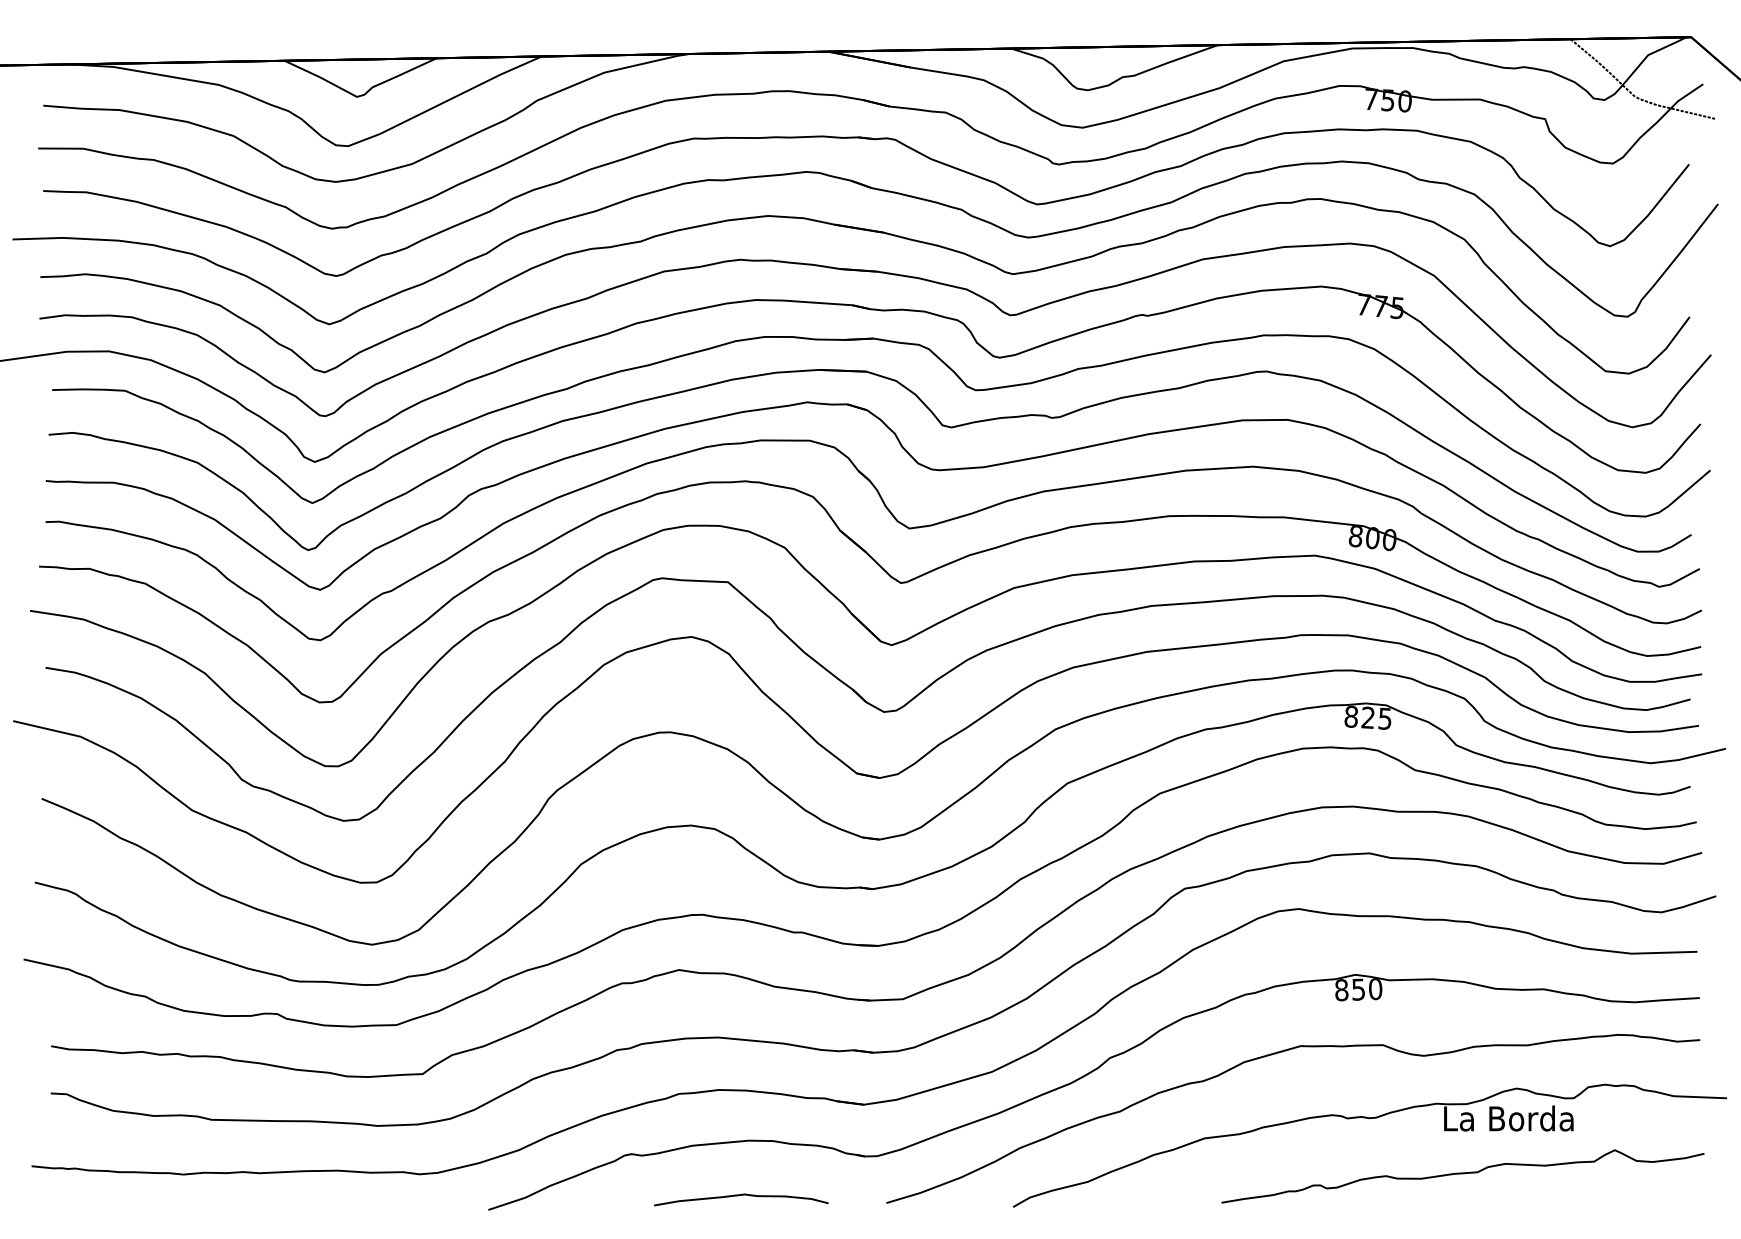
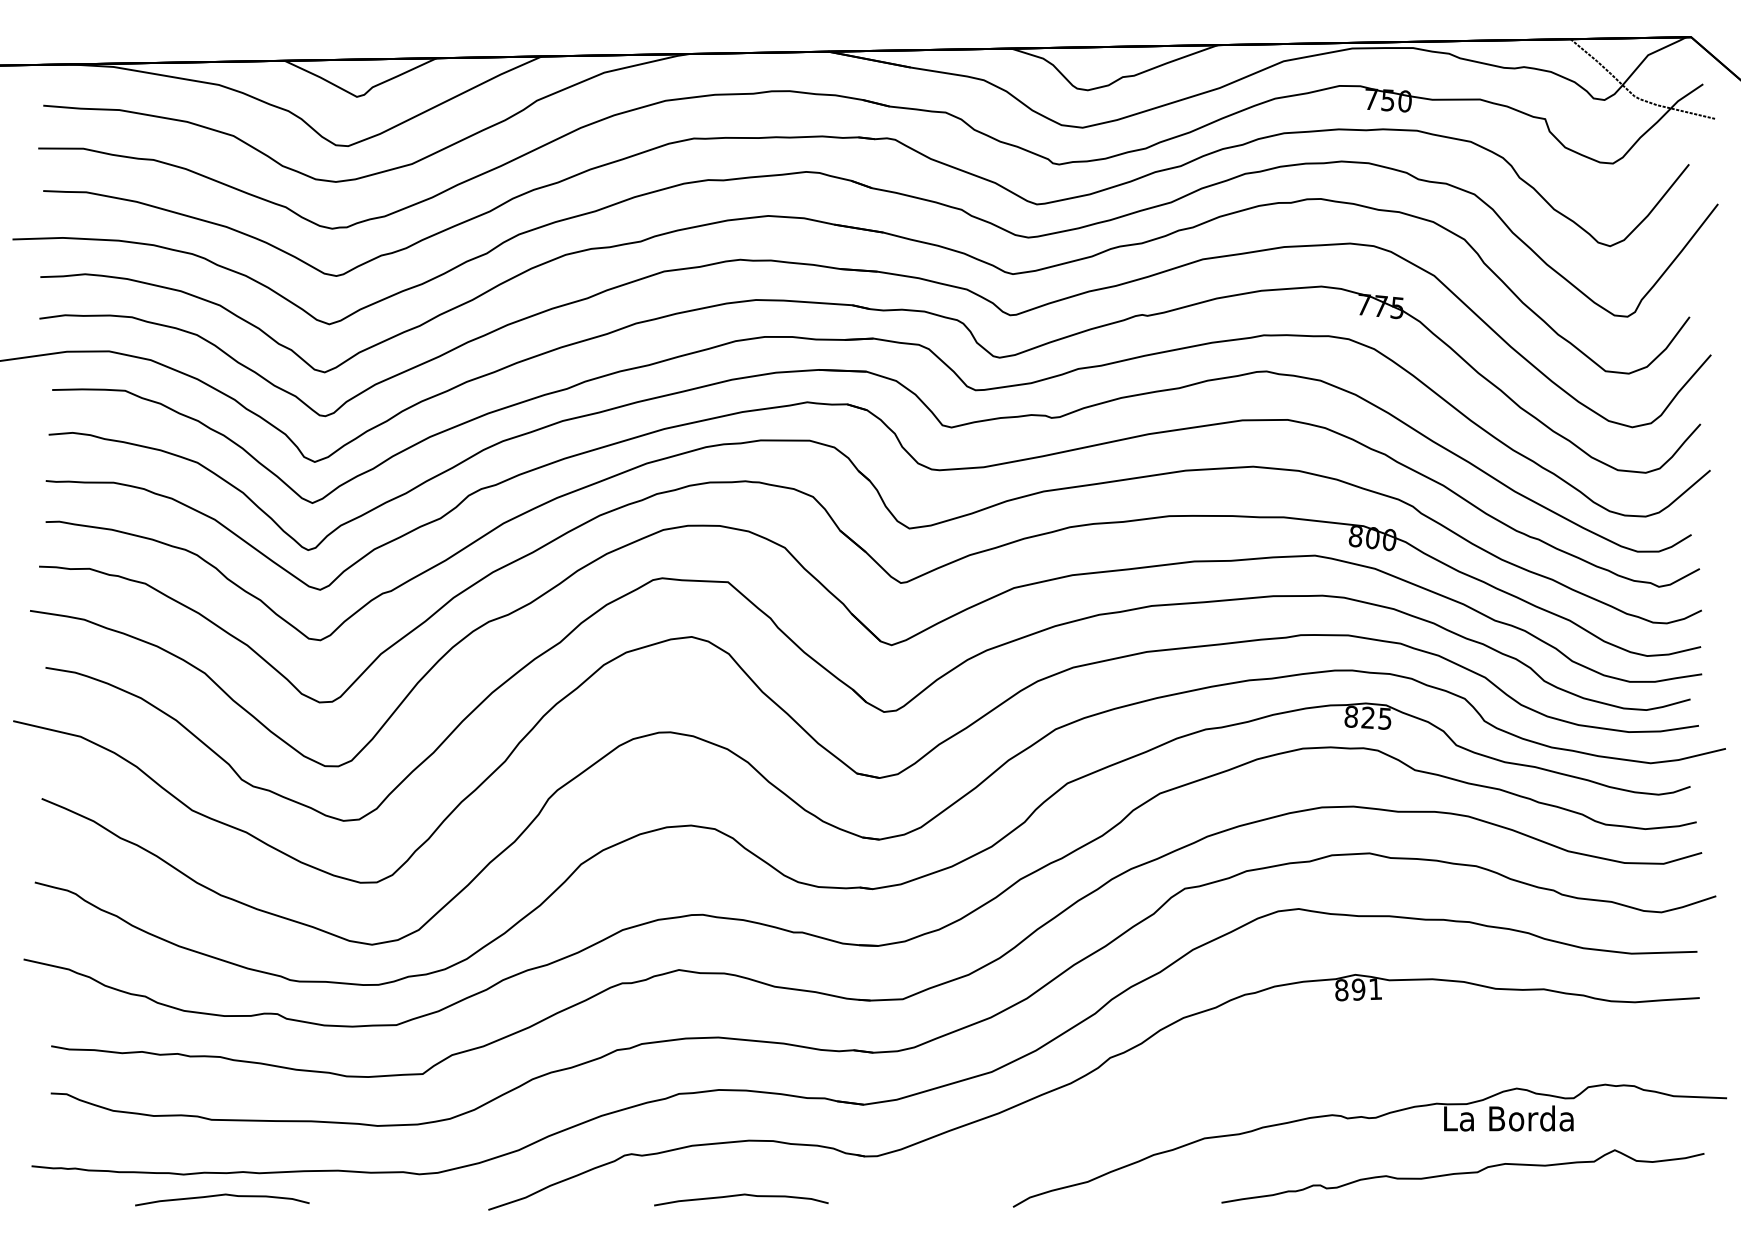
text at (1366, 989): 850 -> 891
curve at (1272, 1055): present -> none
curve at (222, 1195): none -> present
